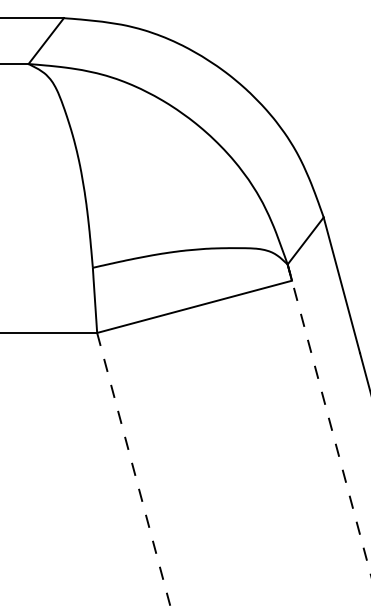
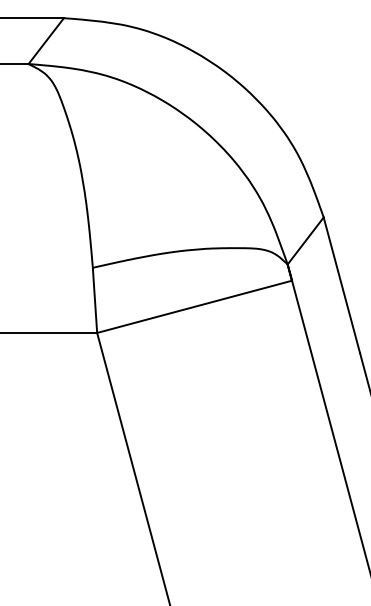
line at (329, 419): dashed -> solid
line at (133, 469): dashed -> solid
